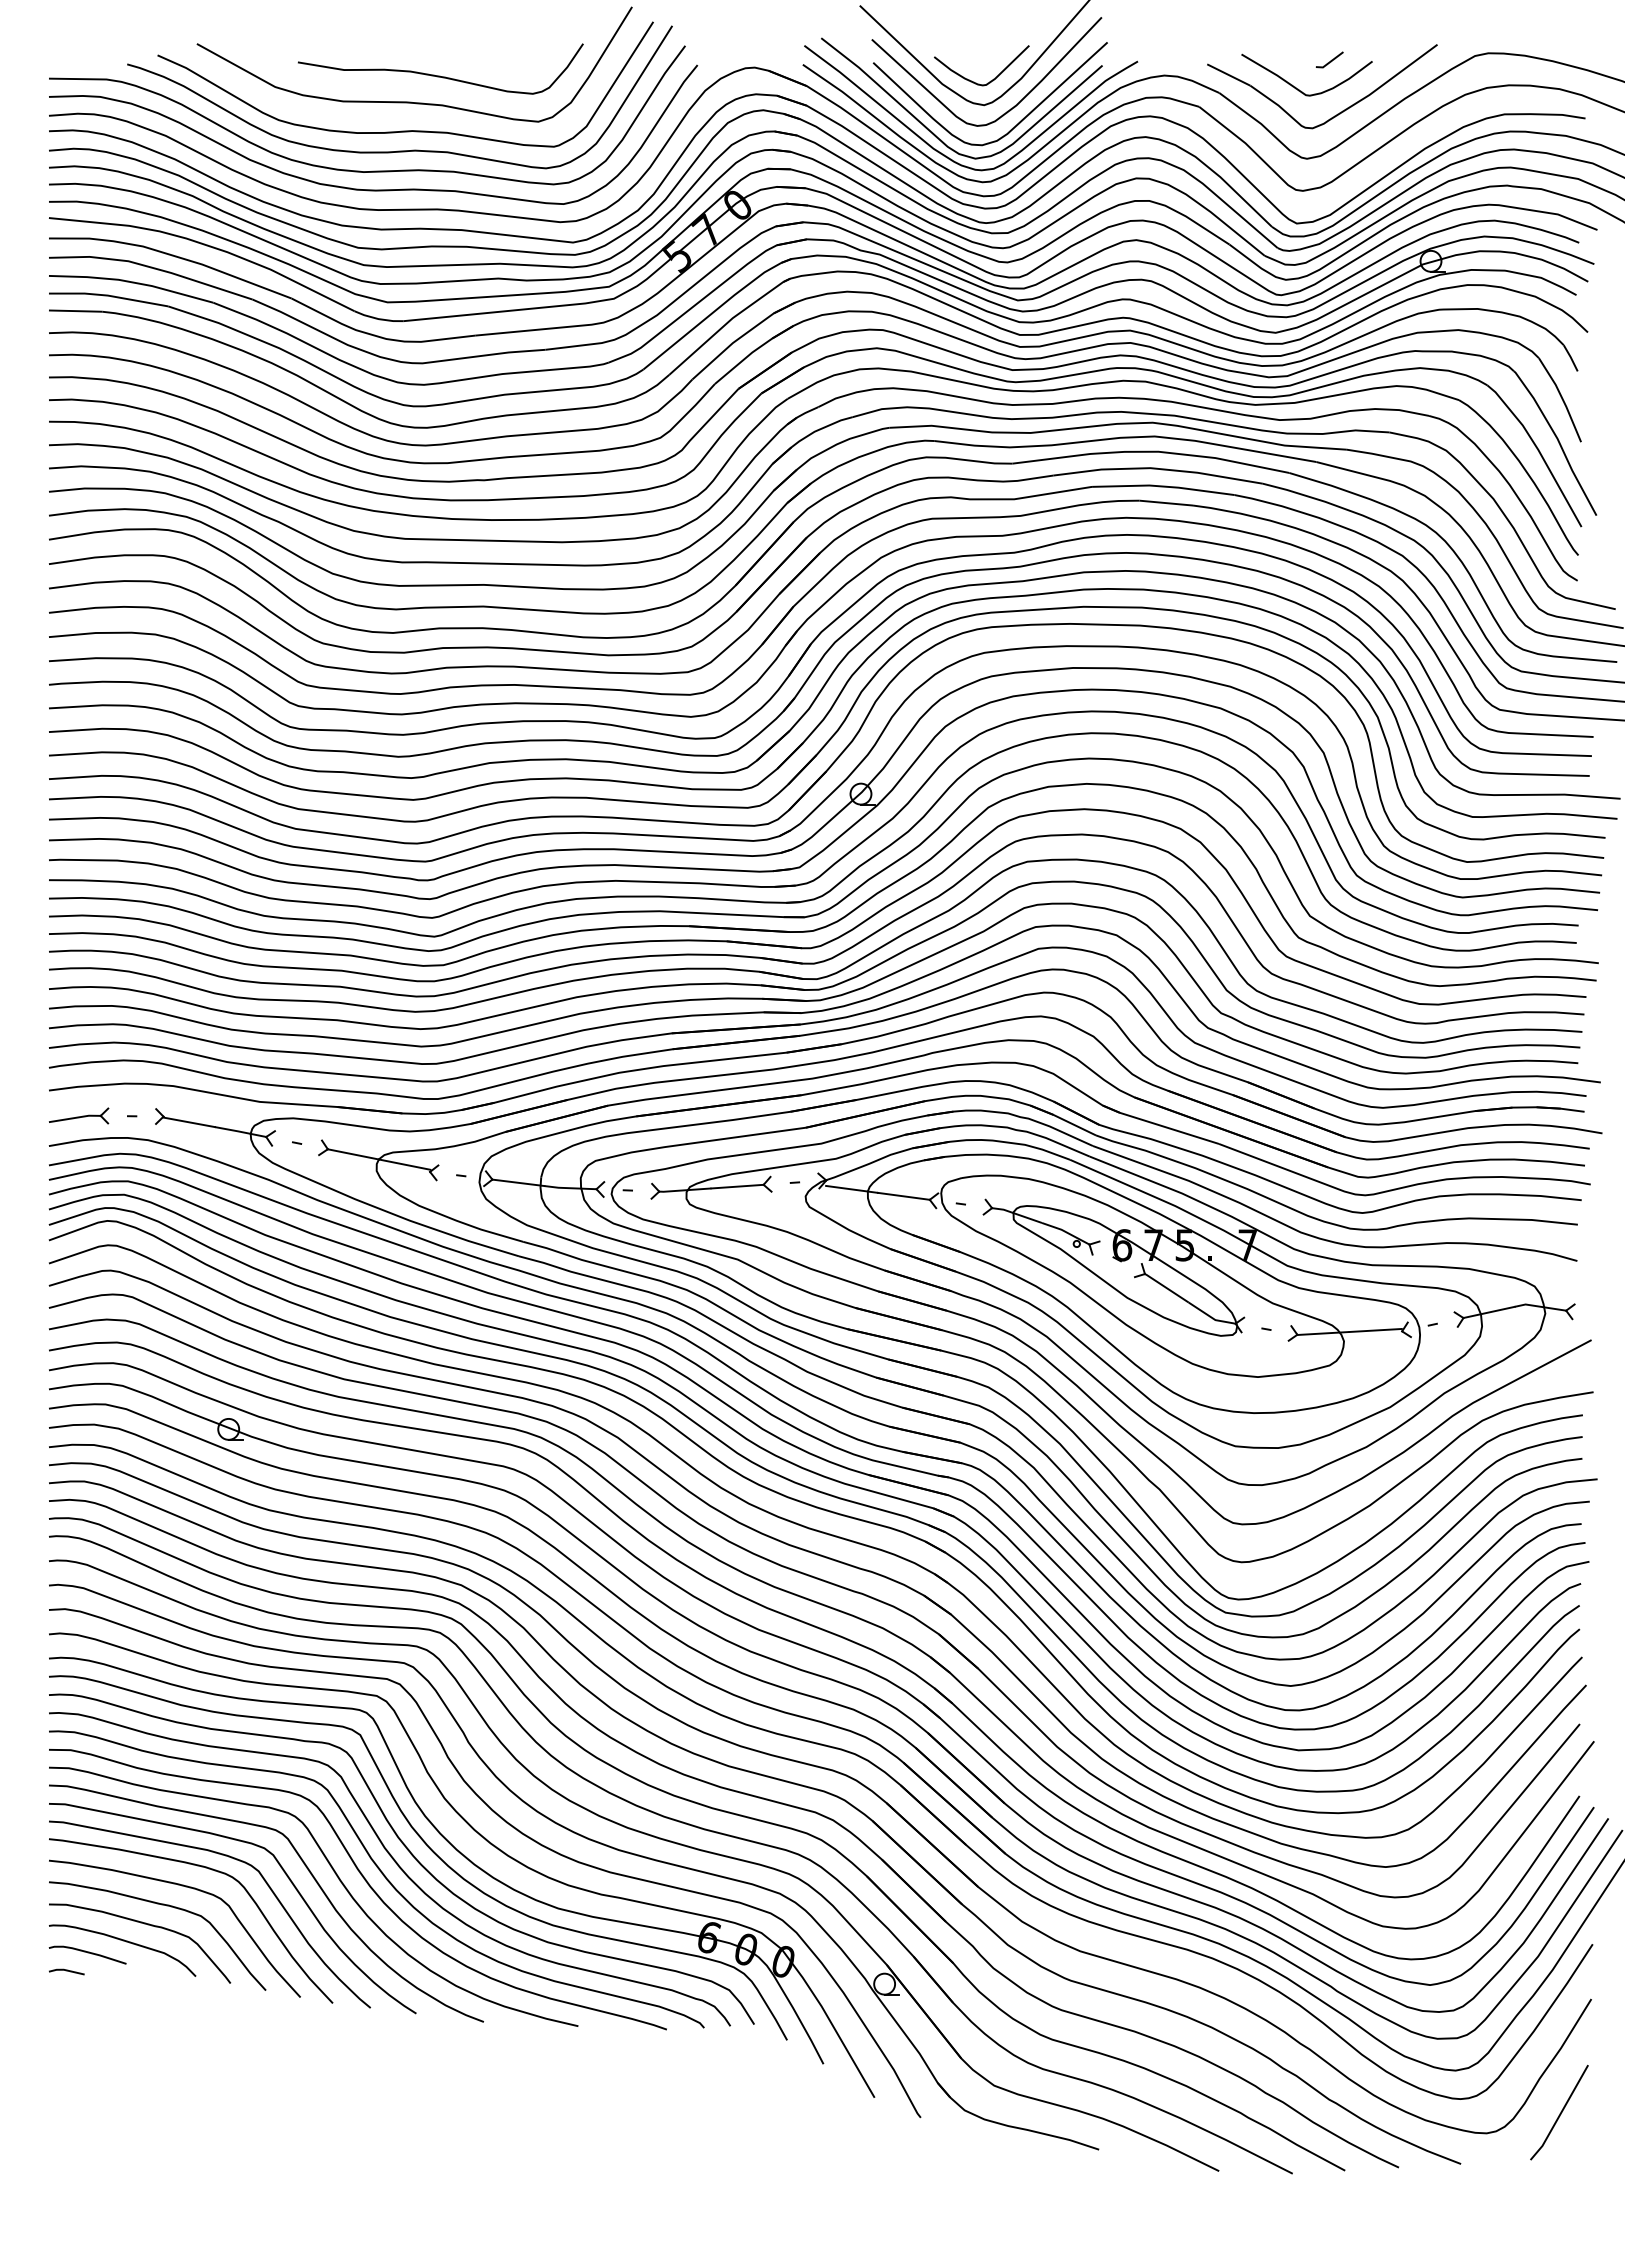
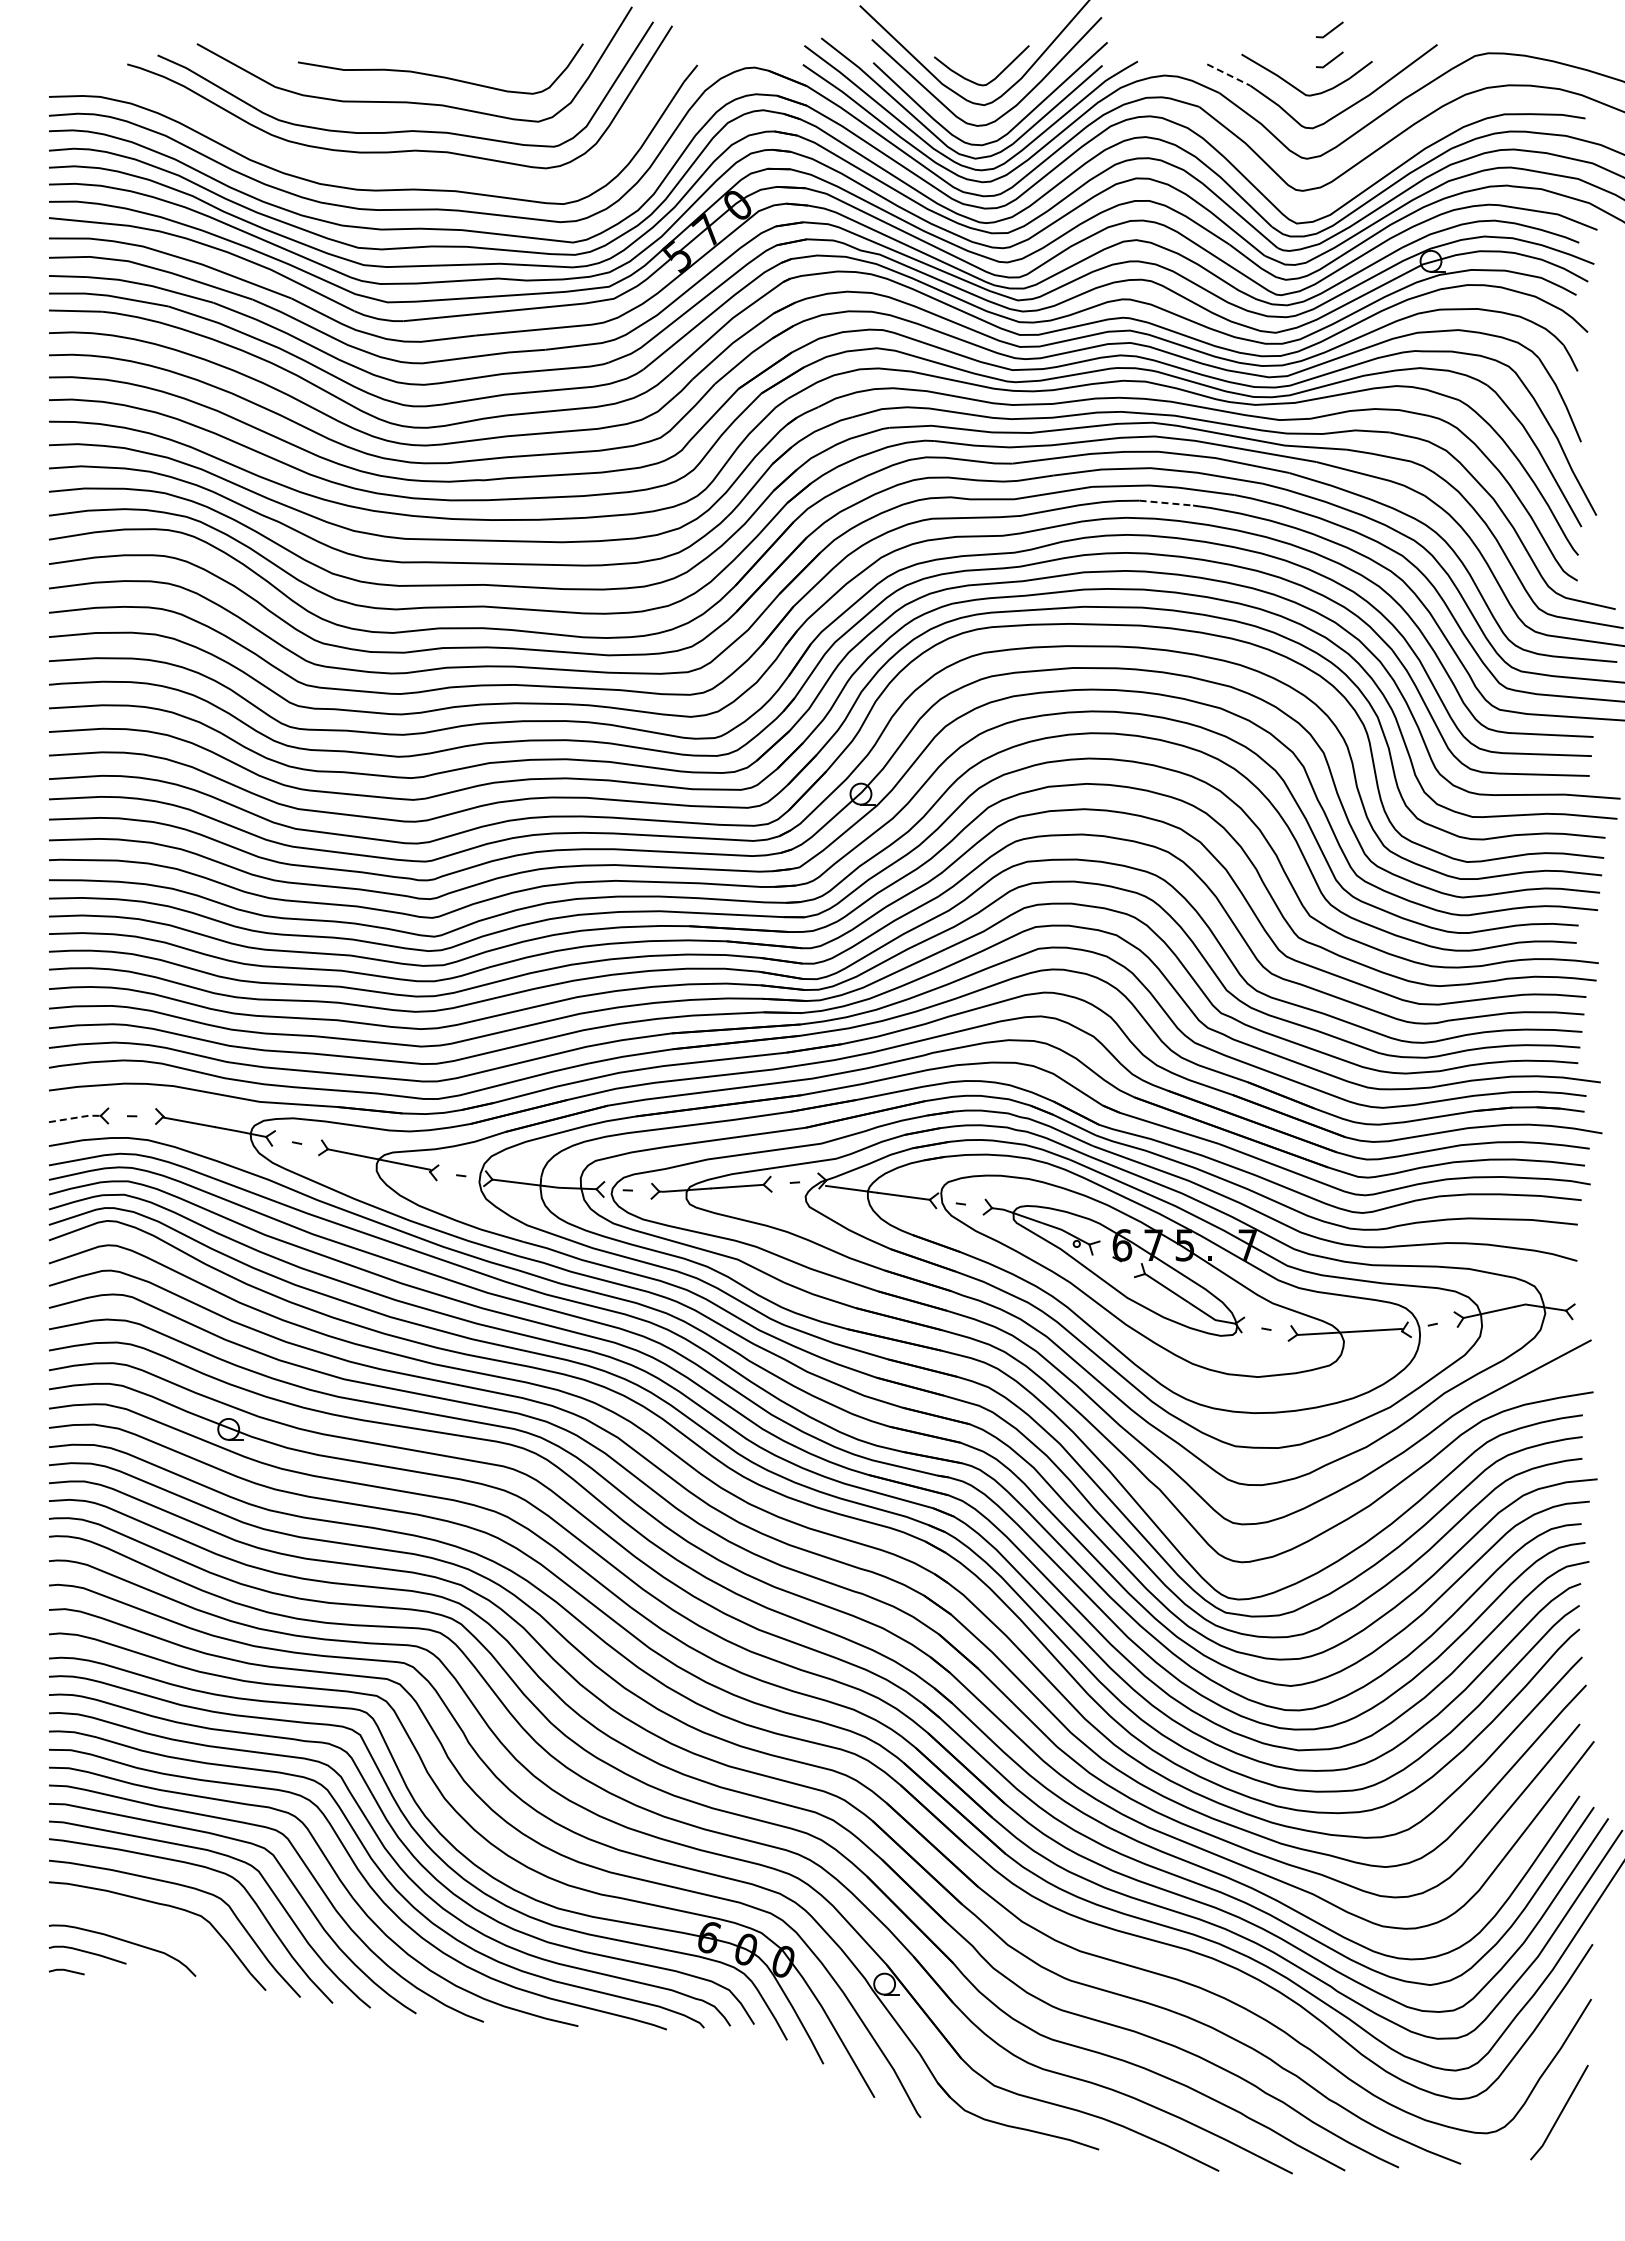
line at (1330, 30): none -> present
line at (1229, 75): solid -> dashed
curve at (372, 170): present -> none
line at (1166, 503): solid -> dashed
line at (75, 1117): solid -> dashed
curve at (147, 1925): present -> none
